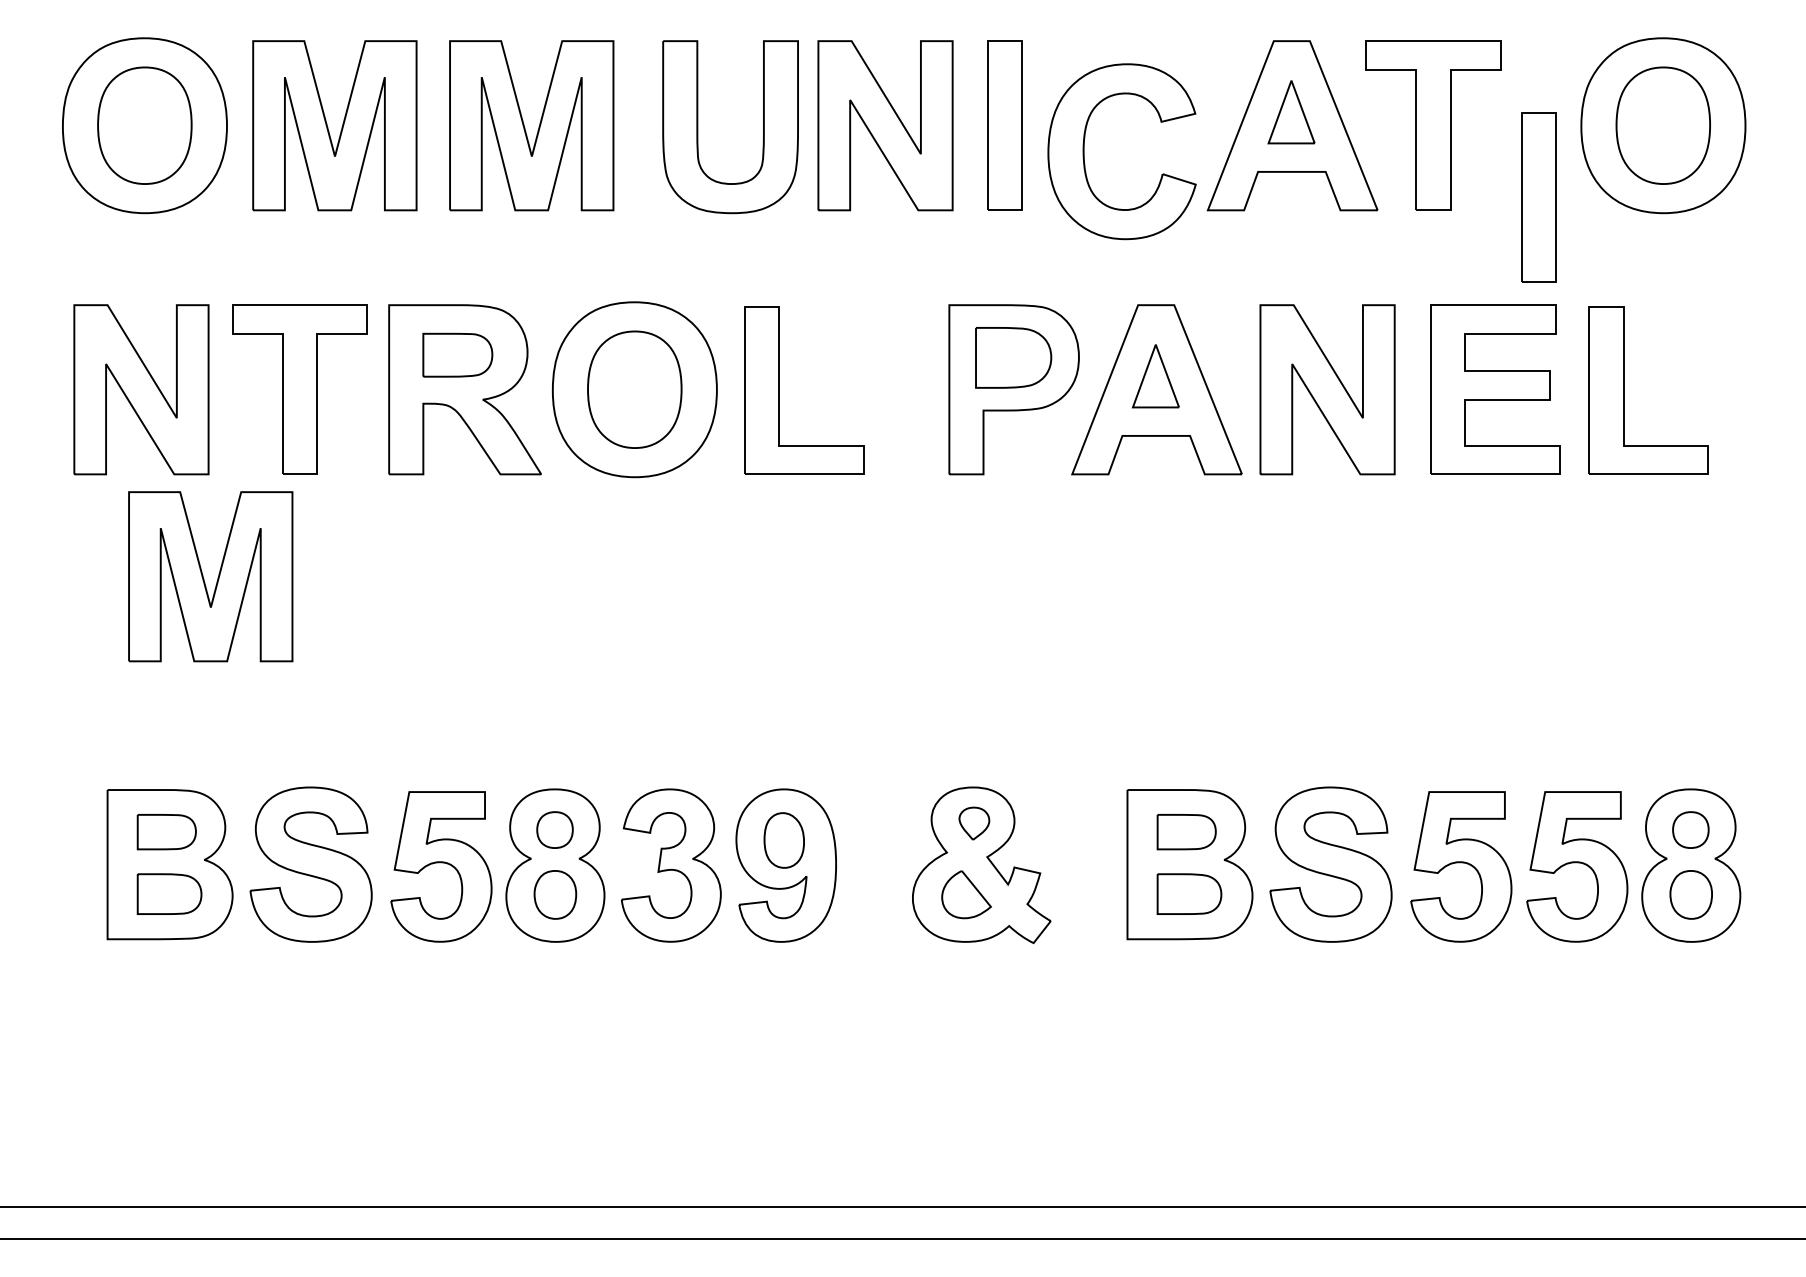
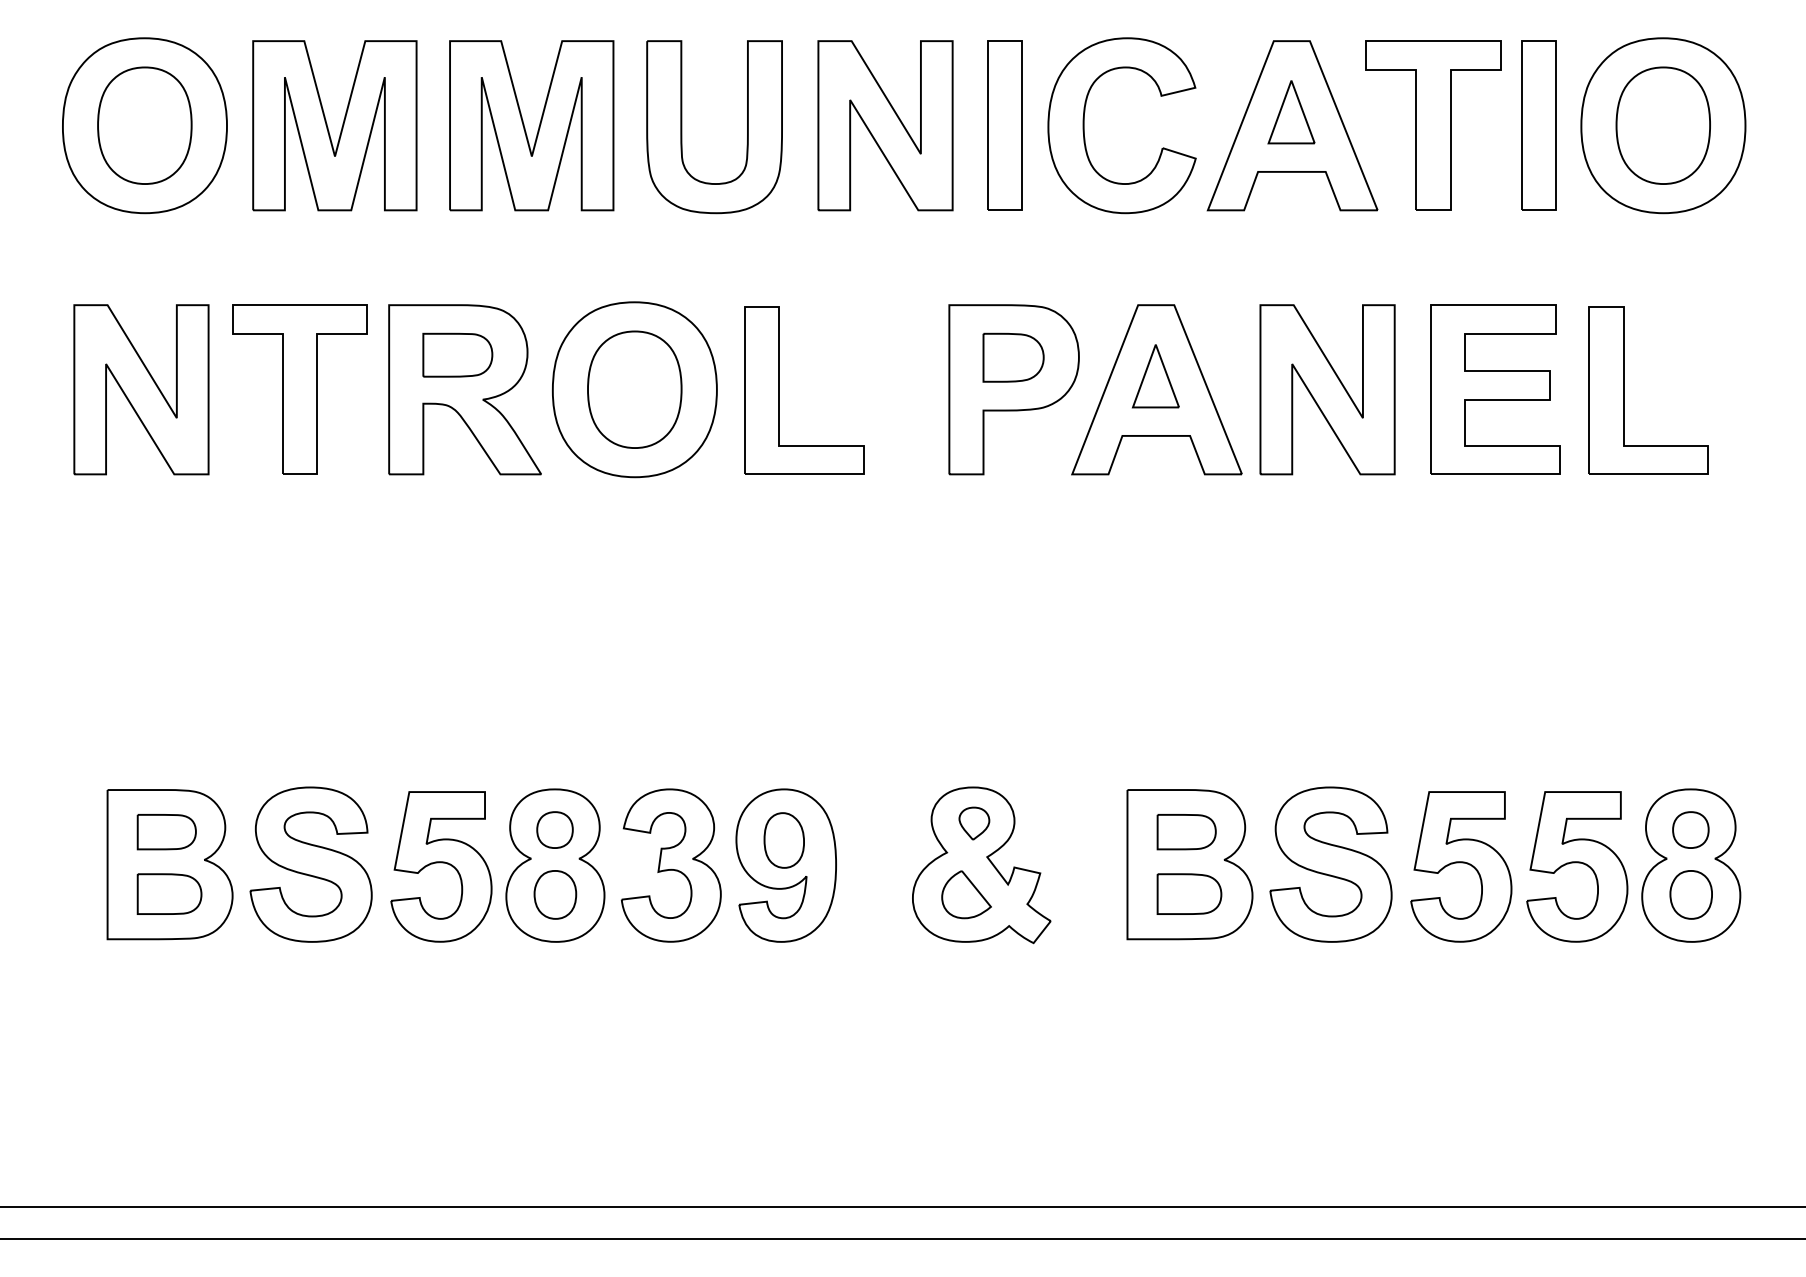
part at (698, 127) position: (698, 127) -> (682, 127)
part at (1084, 151) position: (1084, 151) -> (1084, 125)
part at (1538, 197) position: (1538, 197) -> (1538, 125)
part at (1013, 357) size: 78x62 px -> 63x51 px
part at (204, 578): present -> none
